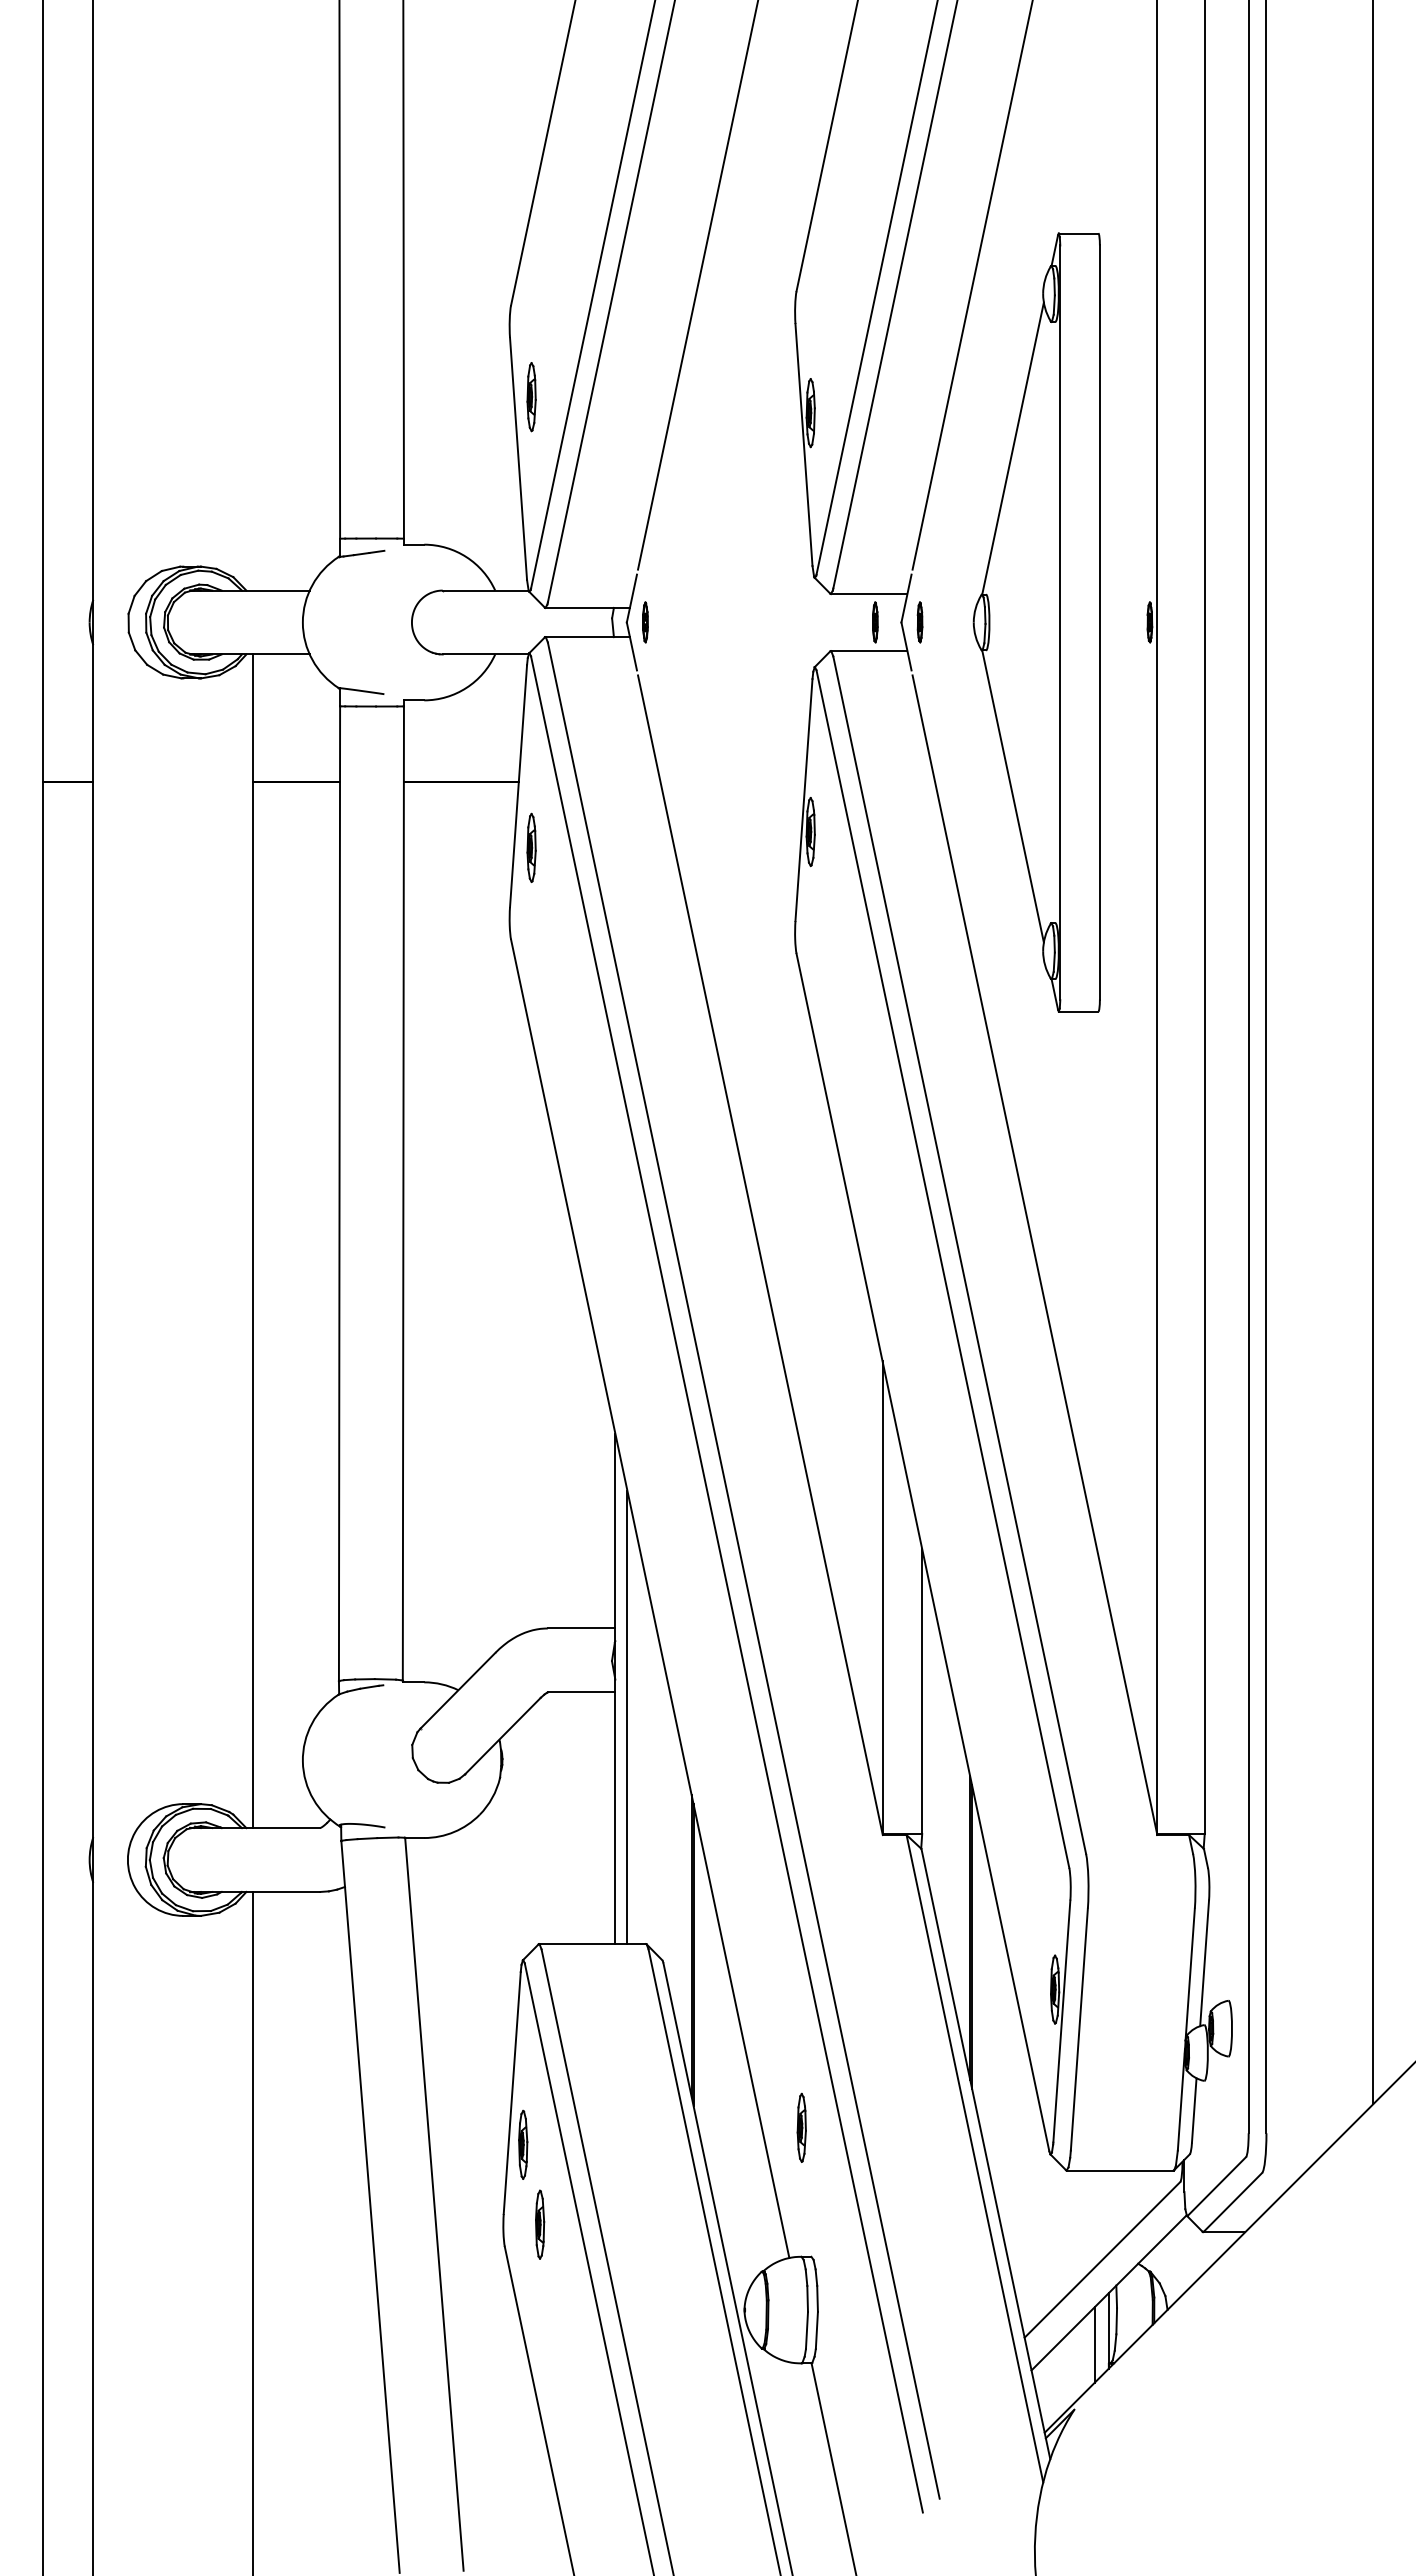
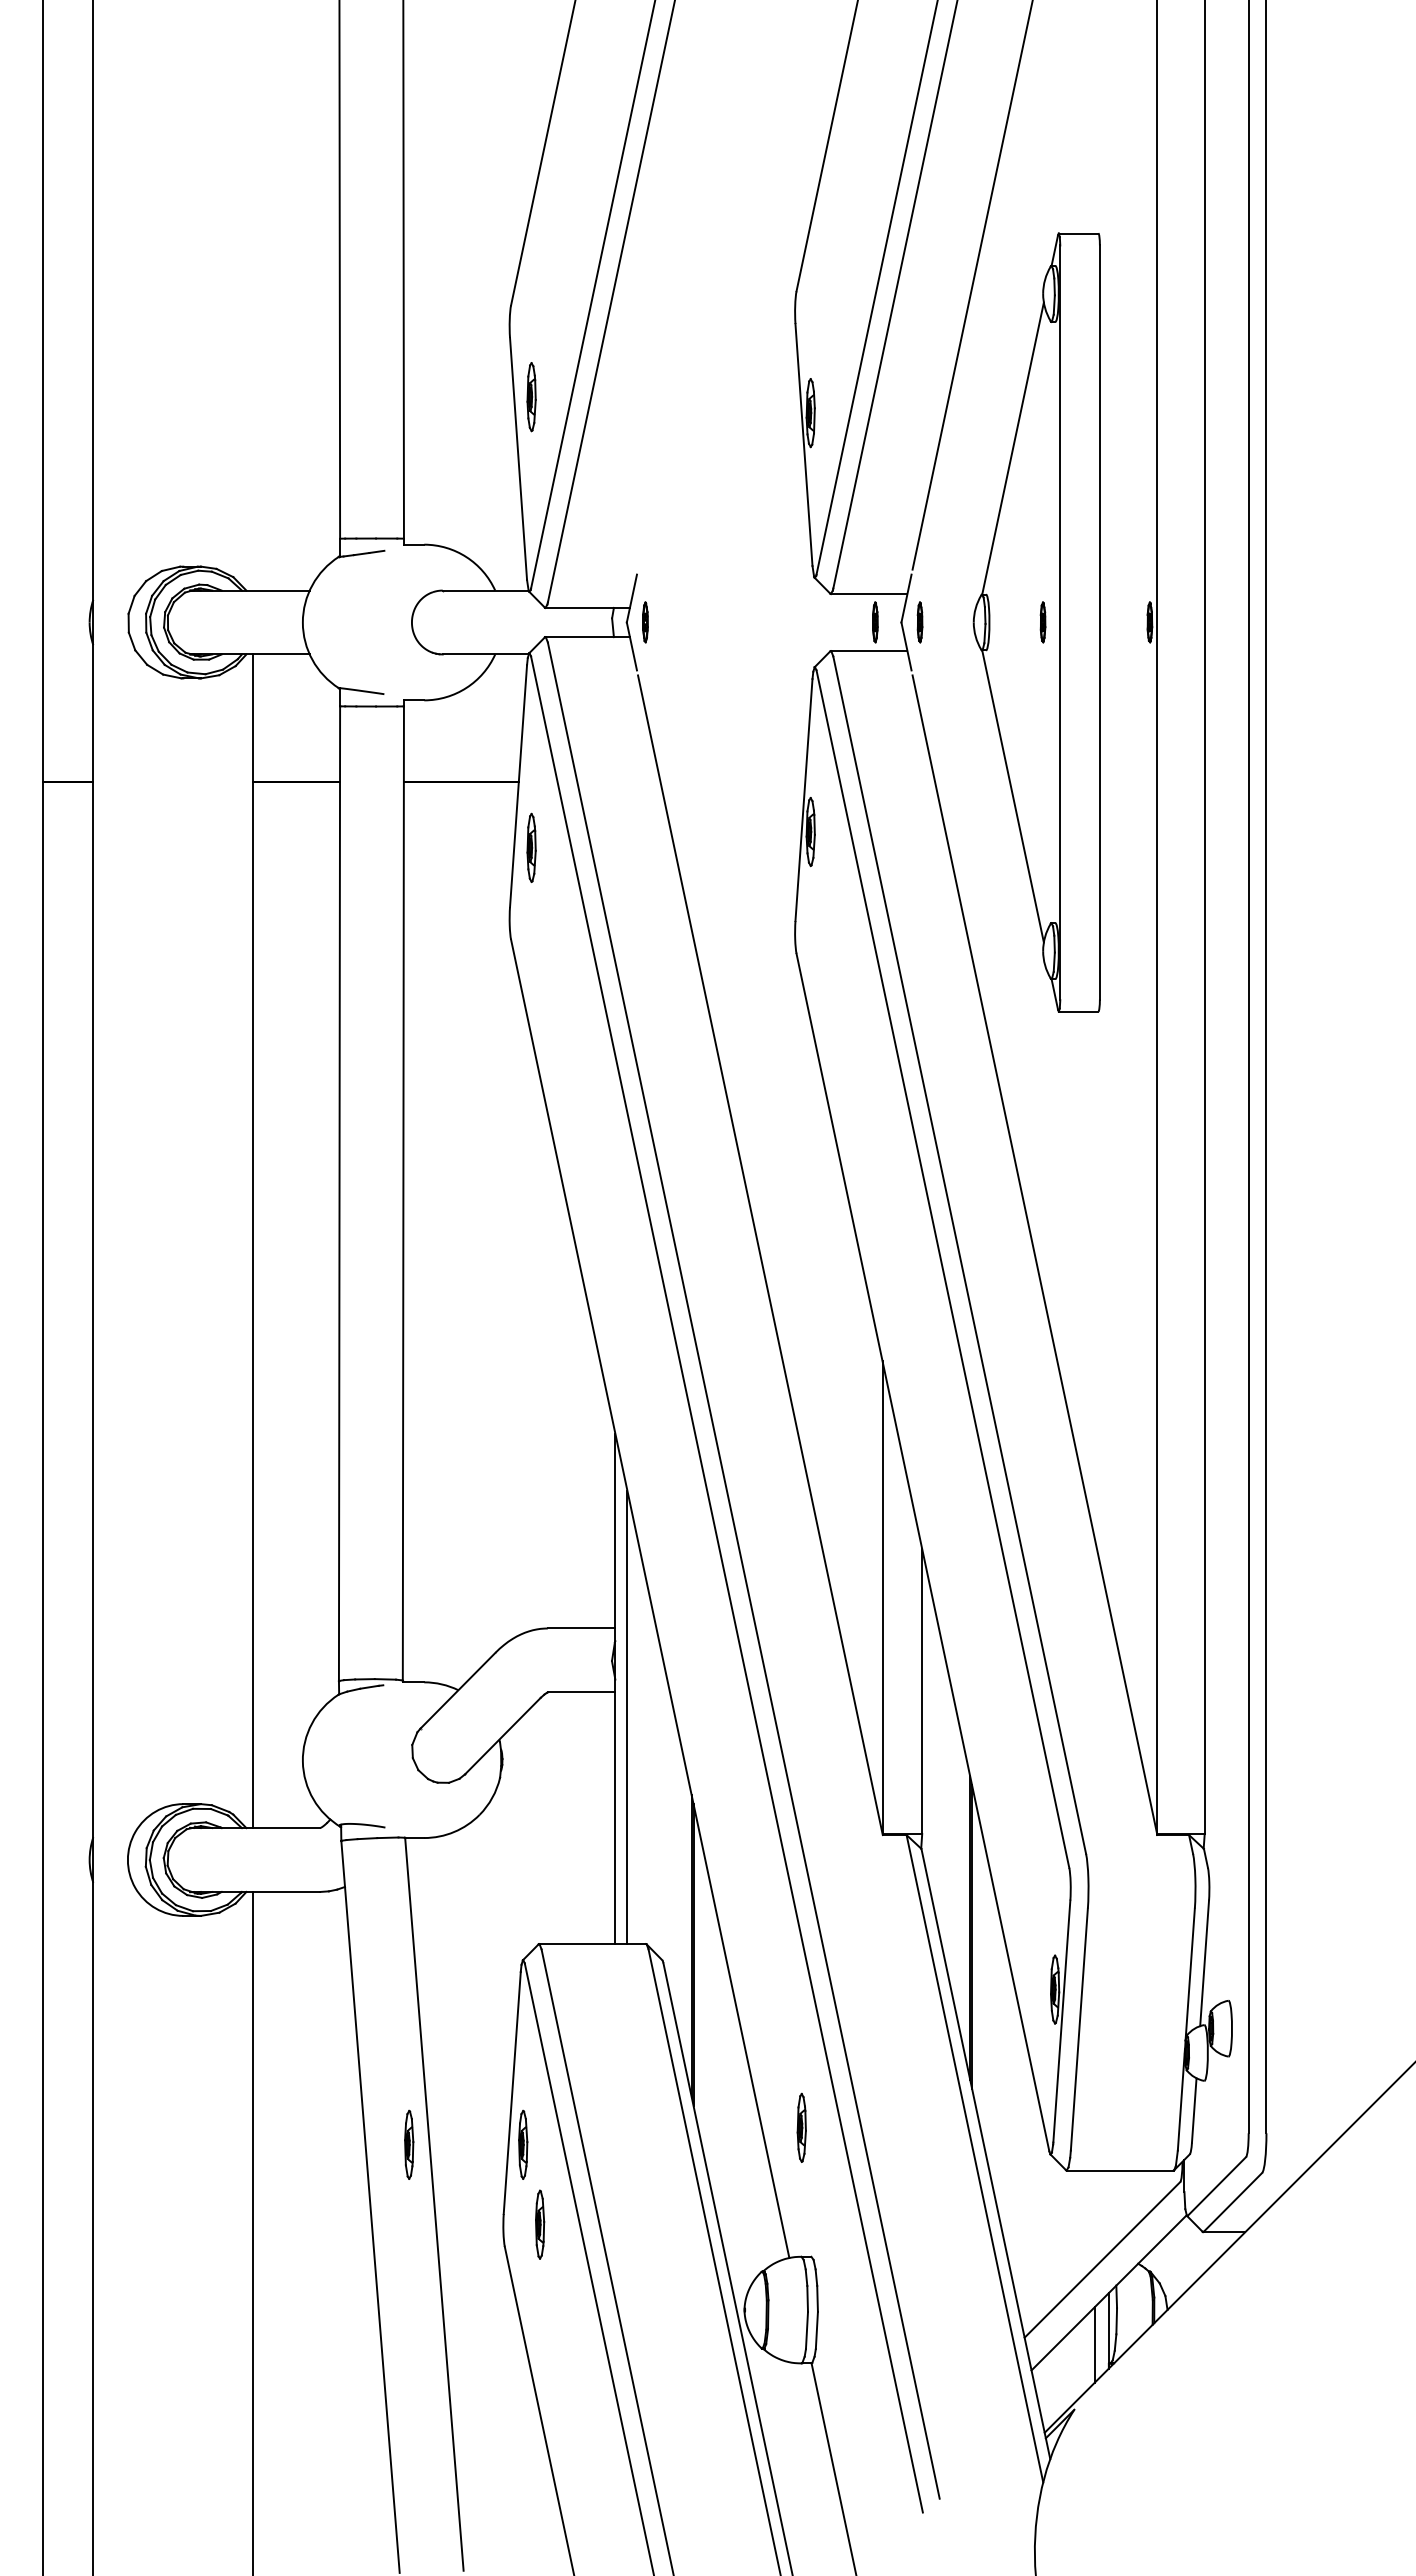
line at (697, 285): present -> none
part at (1042, 622): none -> present
line at (1373, 1053): present -> none
part at (409, 2144): none -> present
